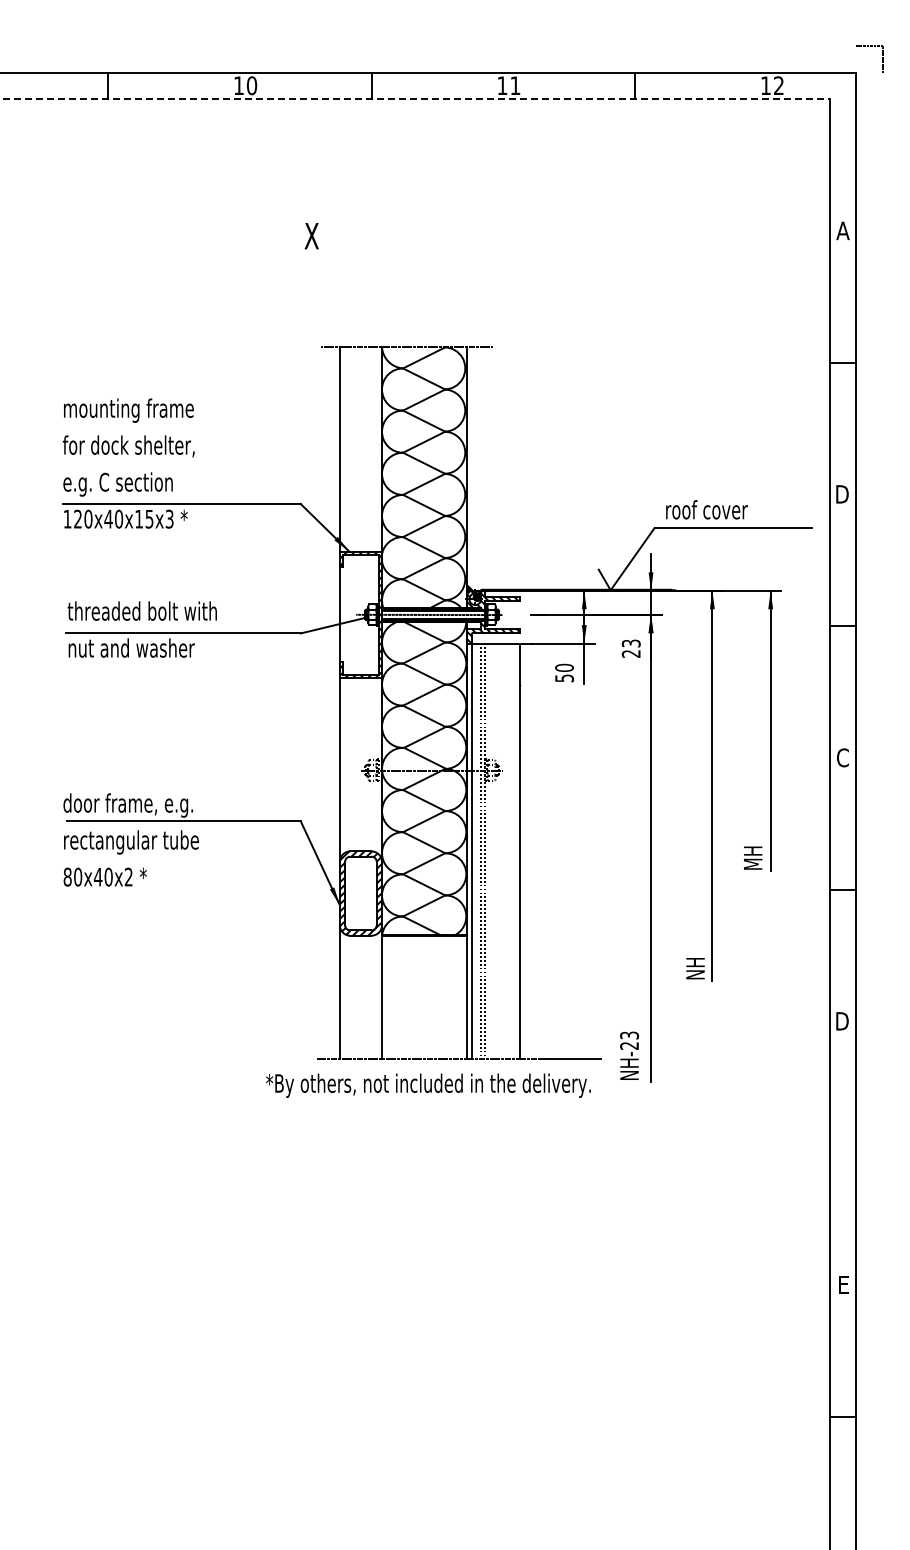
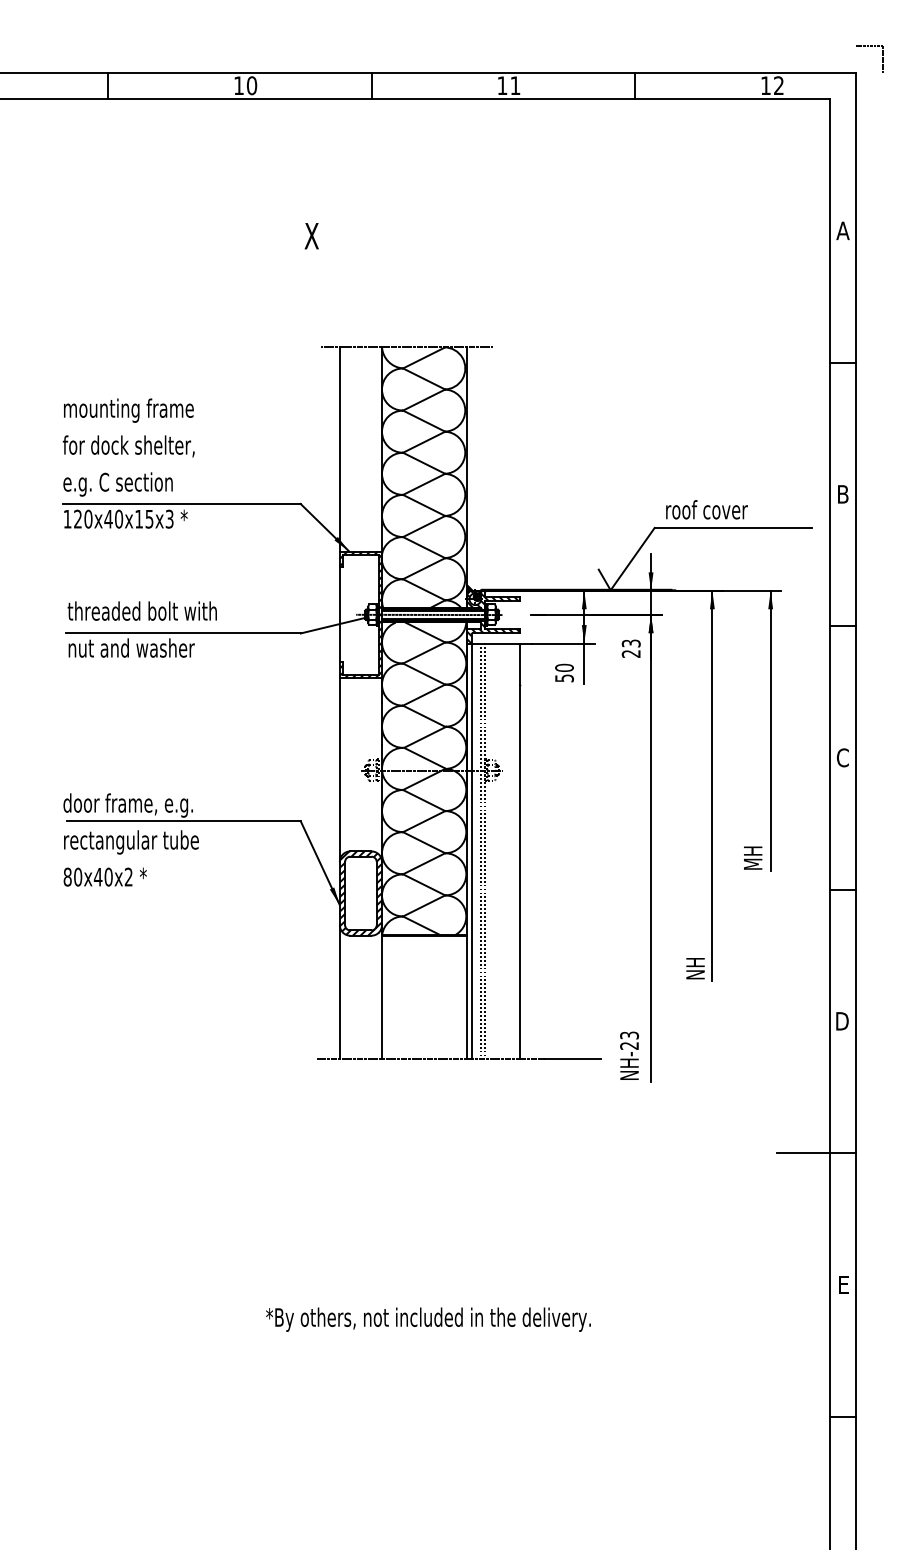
line at (415, 99): dashed -> solid
text at (842, 494): D -> B
text at (428, 1085) position: (428, 1085) -> (428, 1319)
line at (816, 1153): none -> present
